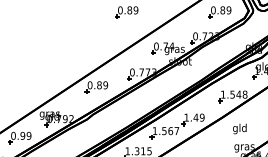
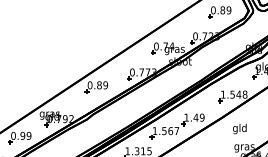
part at (126, 12): present -> none
